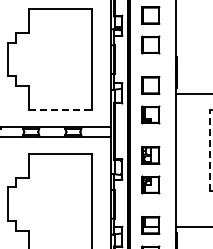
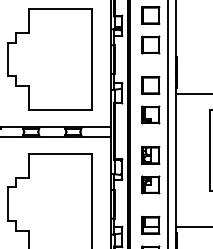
line at (60, 109): dashed -> solid
line at (167, 123): none -> present
line at (209, 150): dashed -> solid
